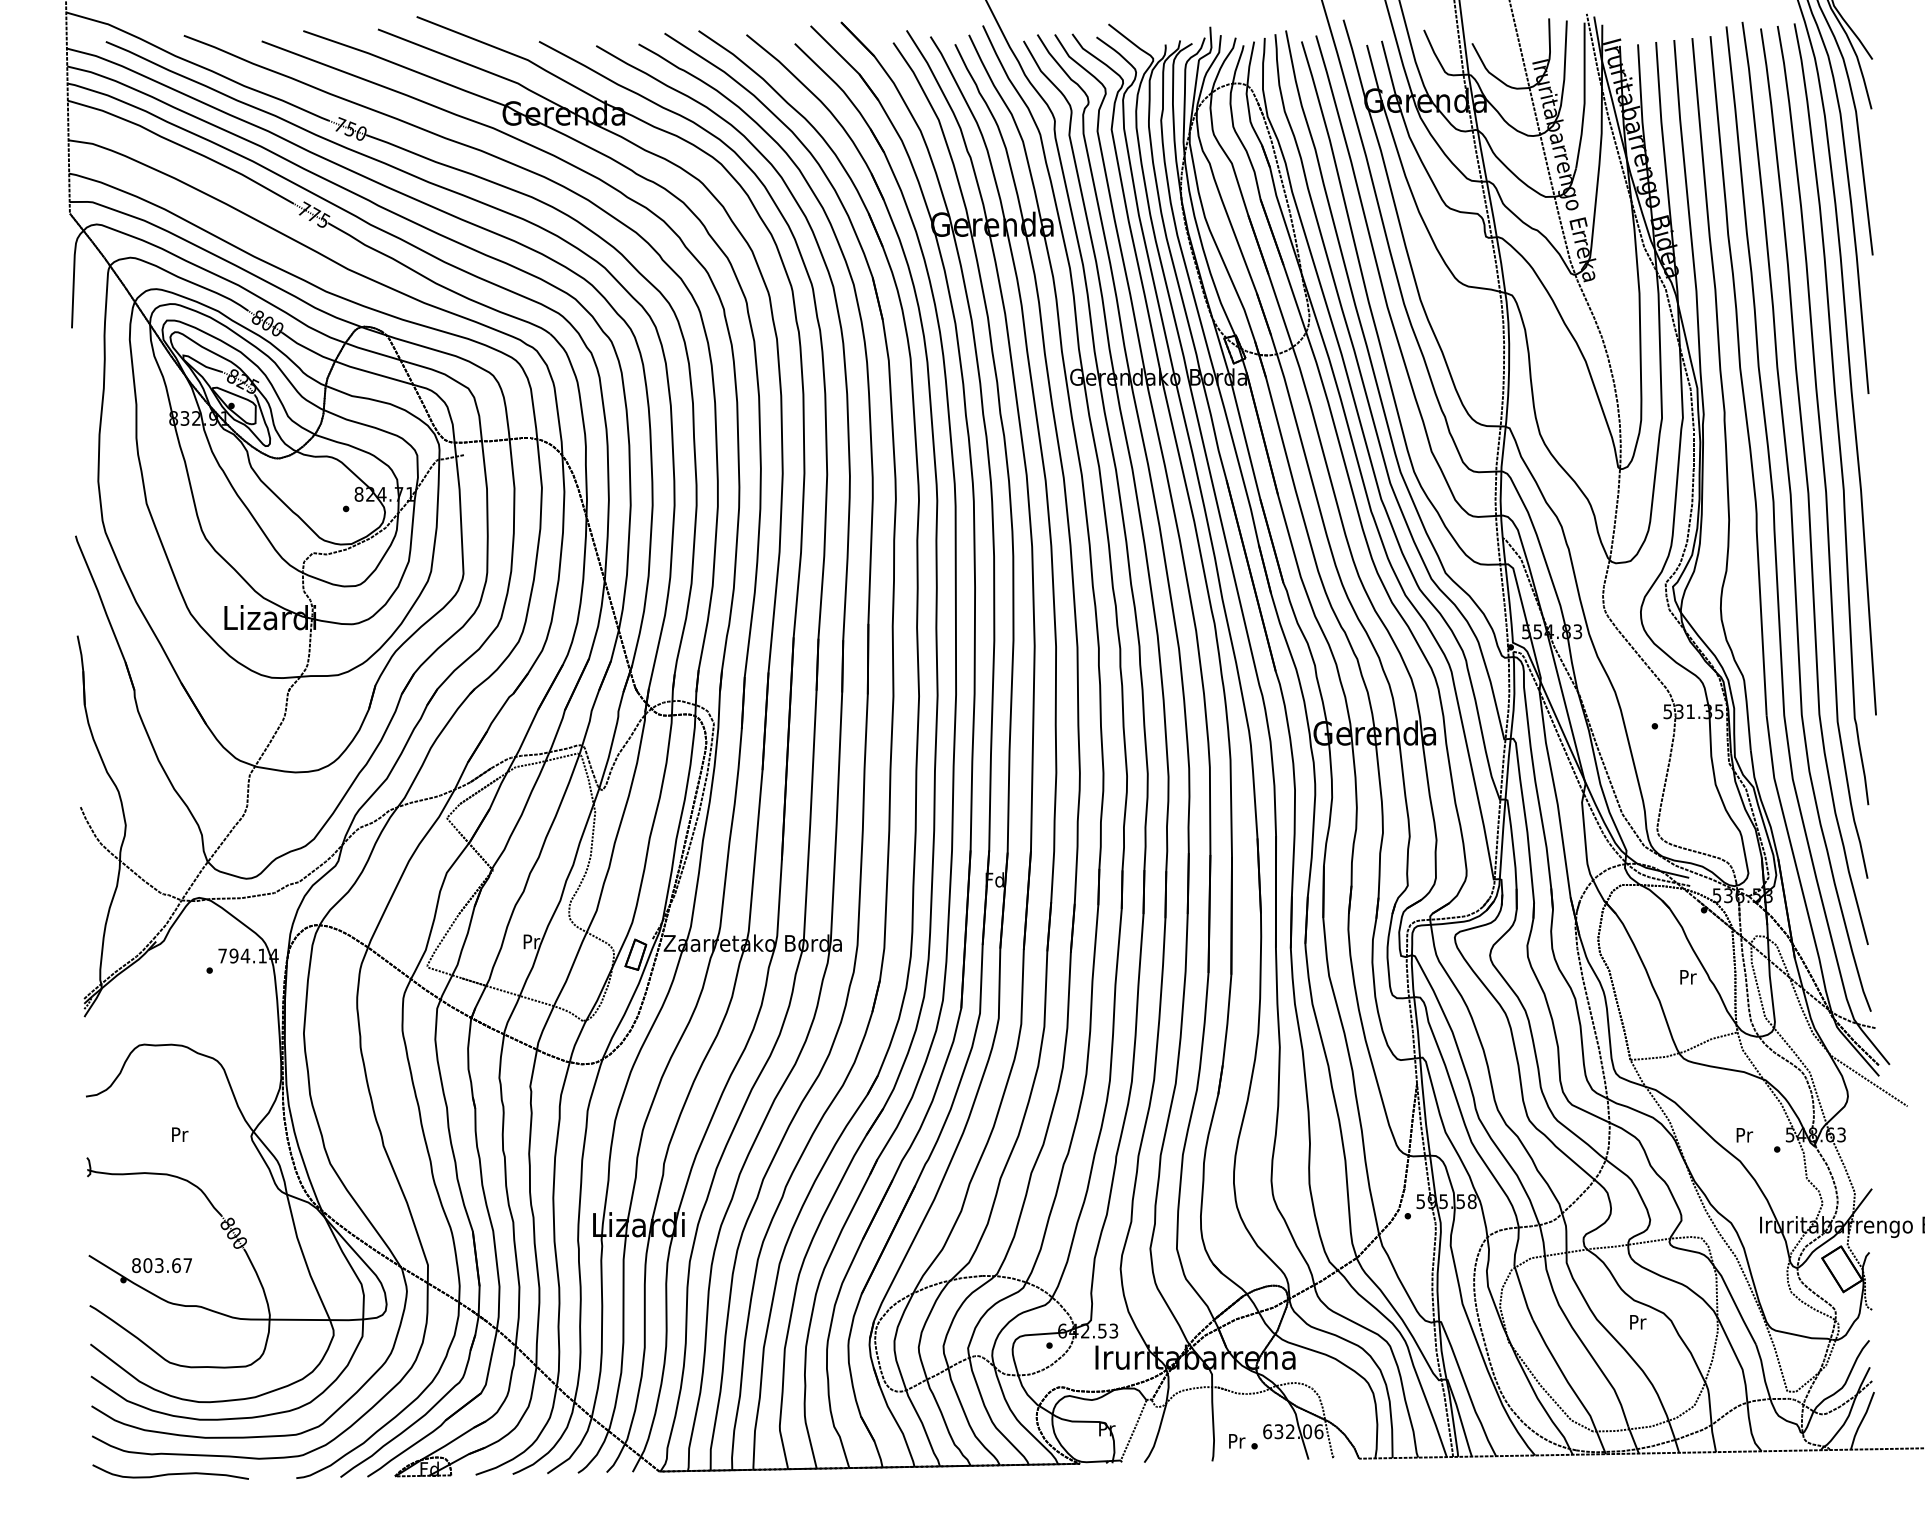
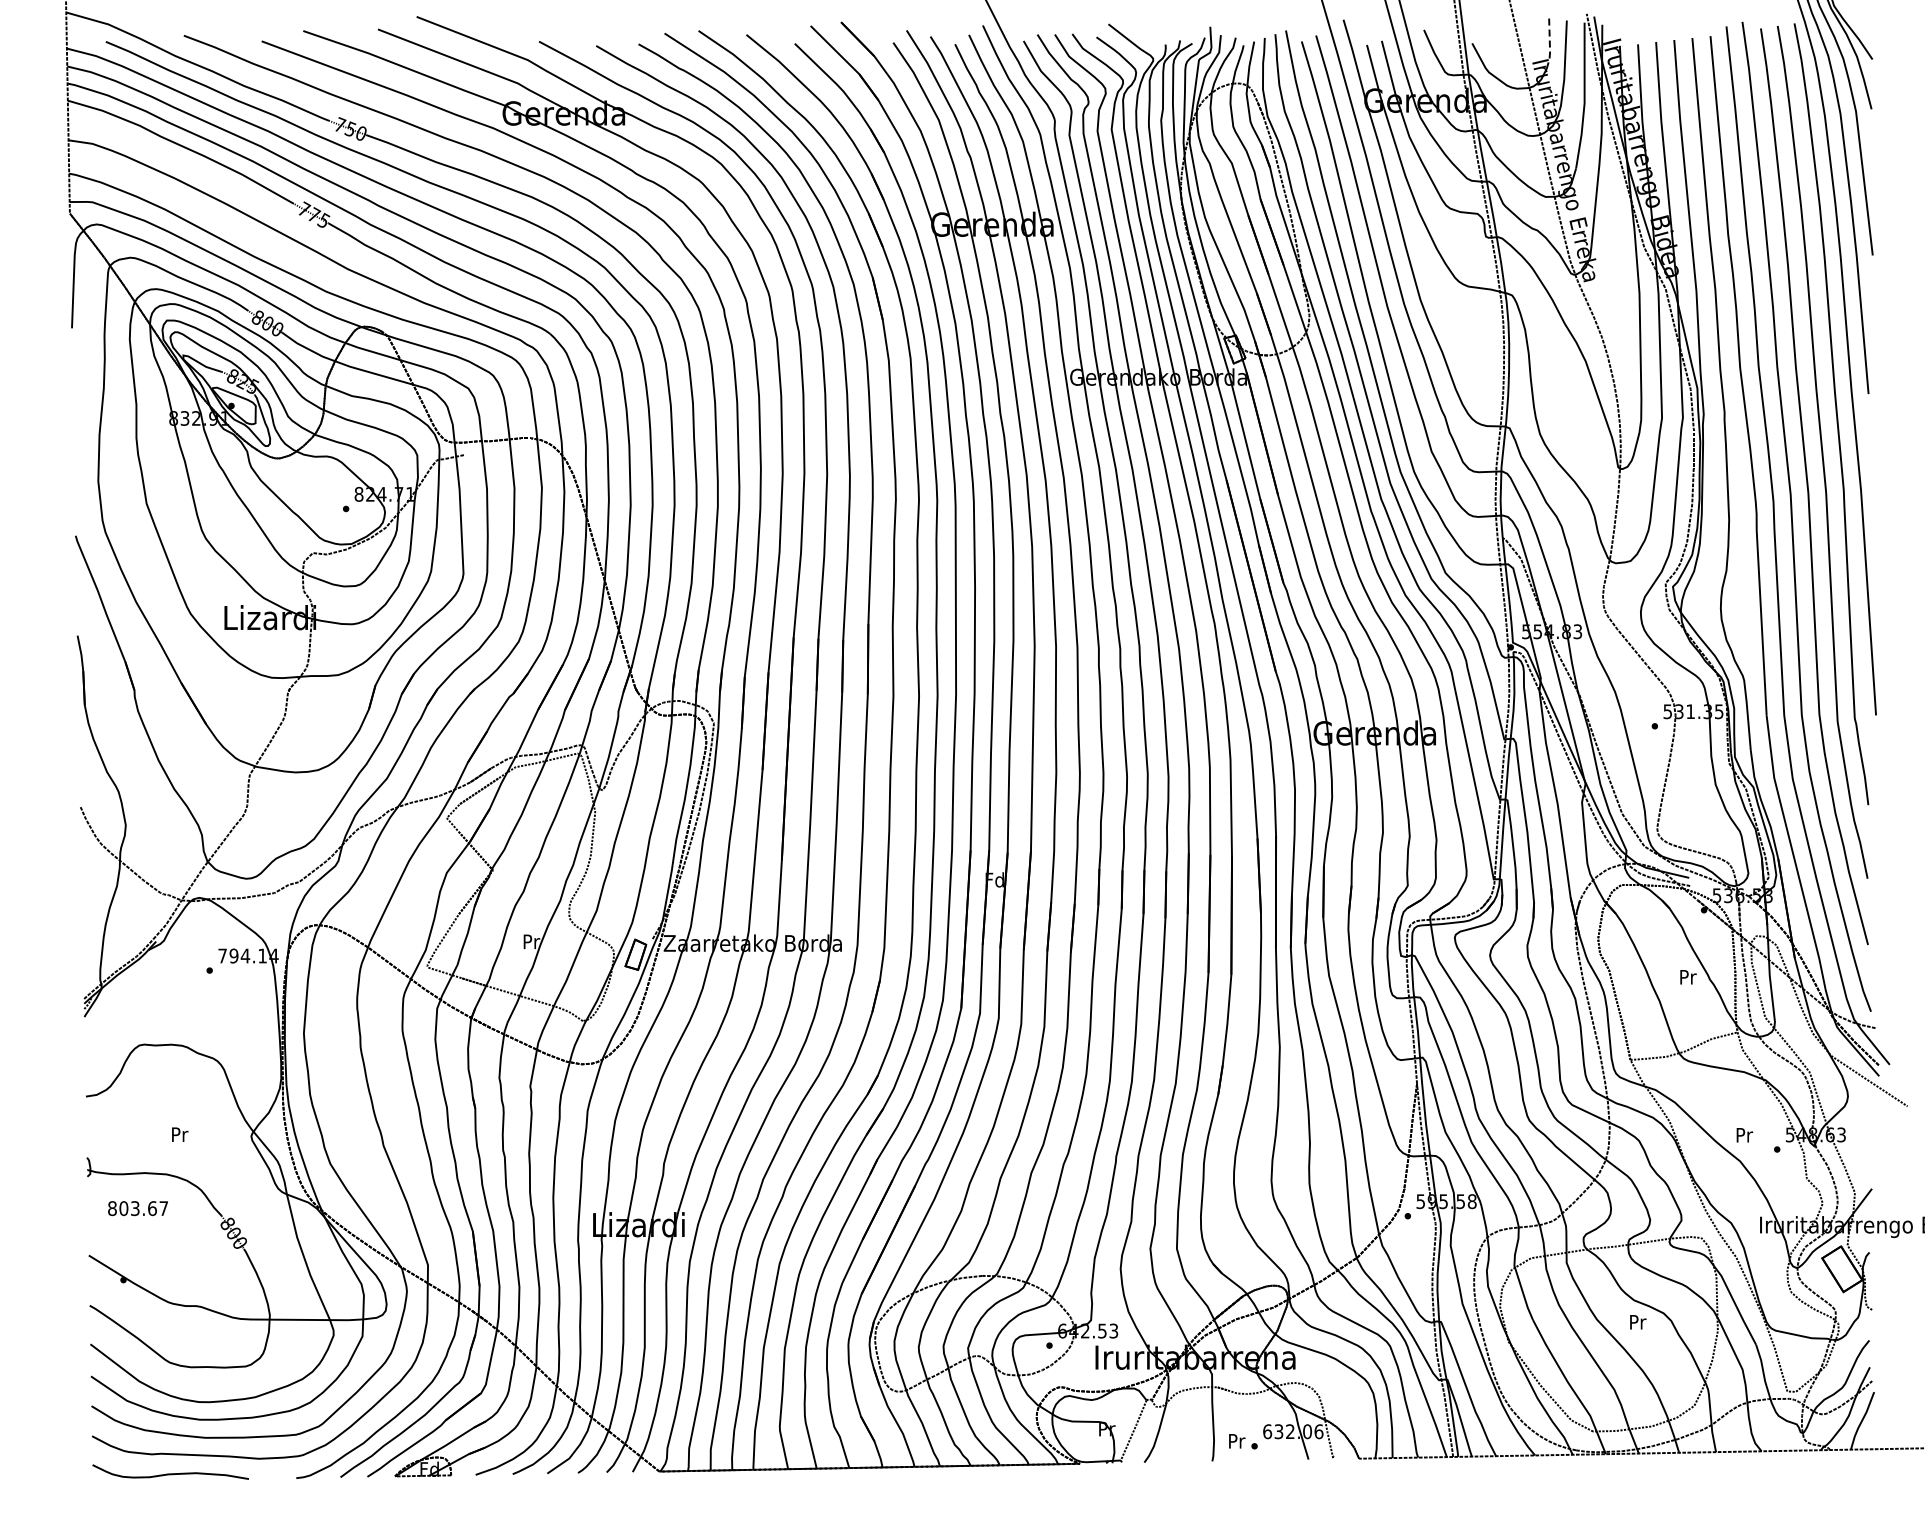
line at (1549, 45): solid -> dashed
text at (161, 1265) position: (161, 1265) -> (137, 1208)
